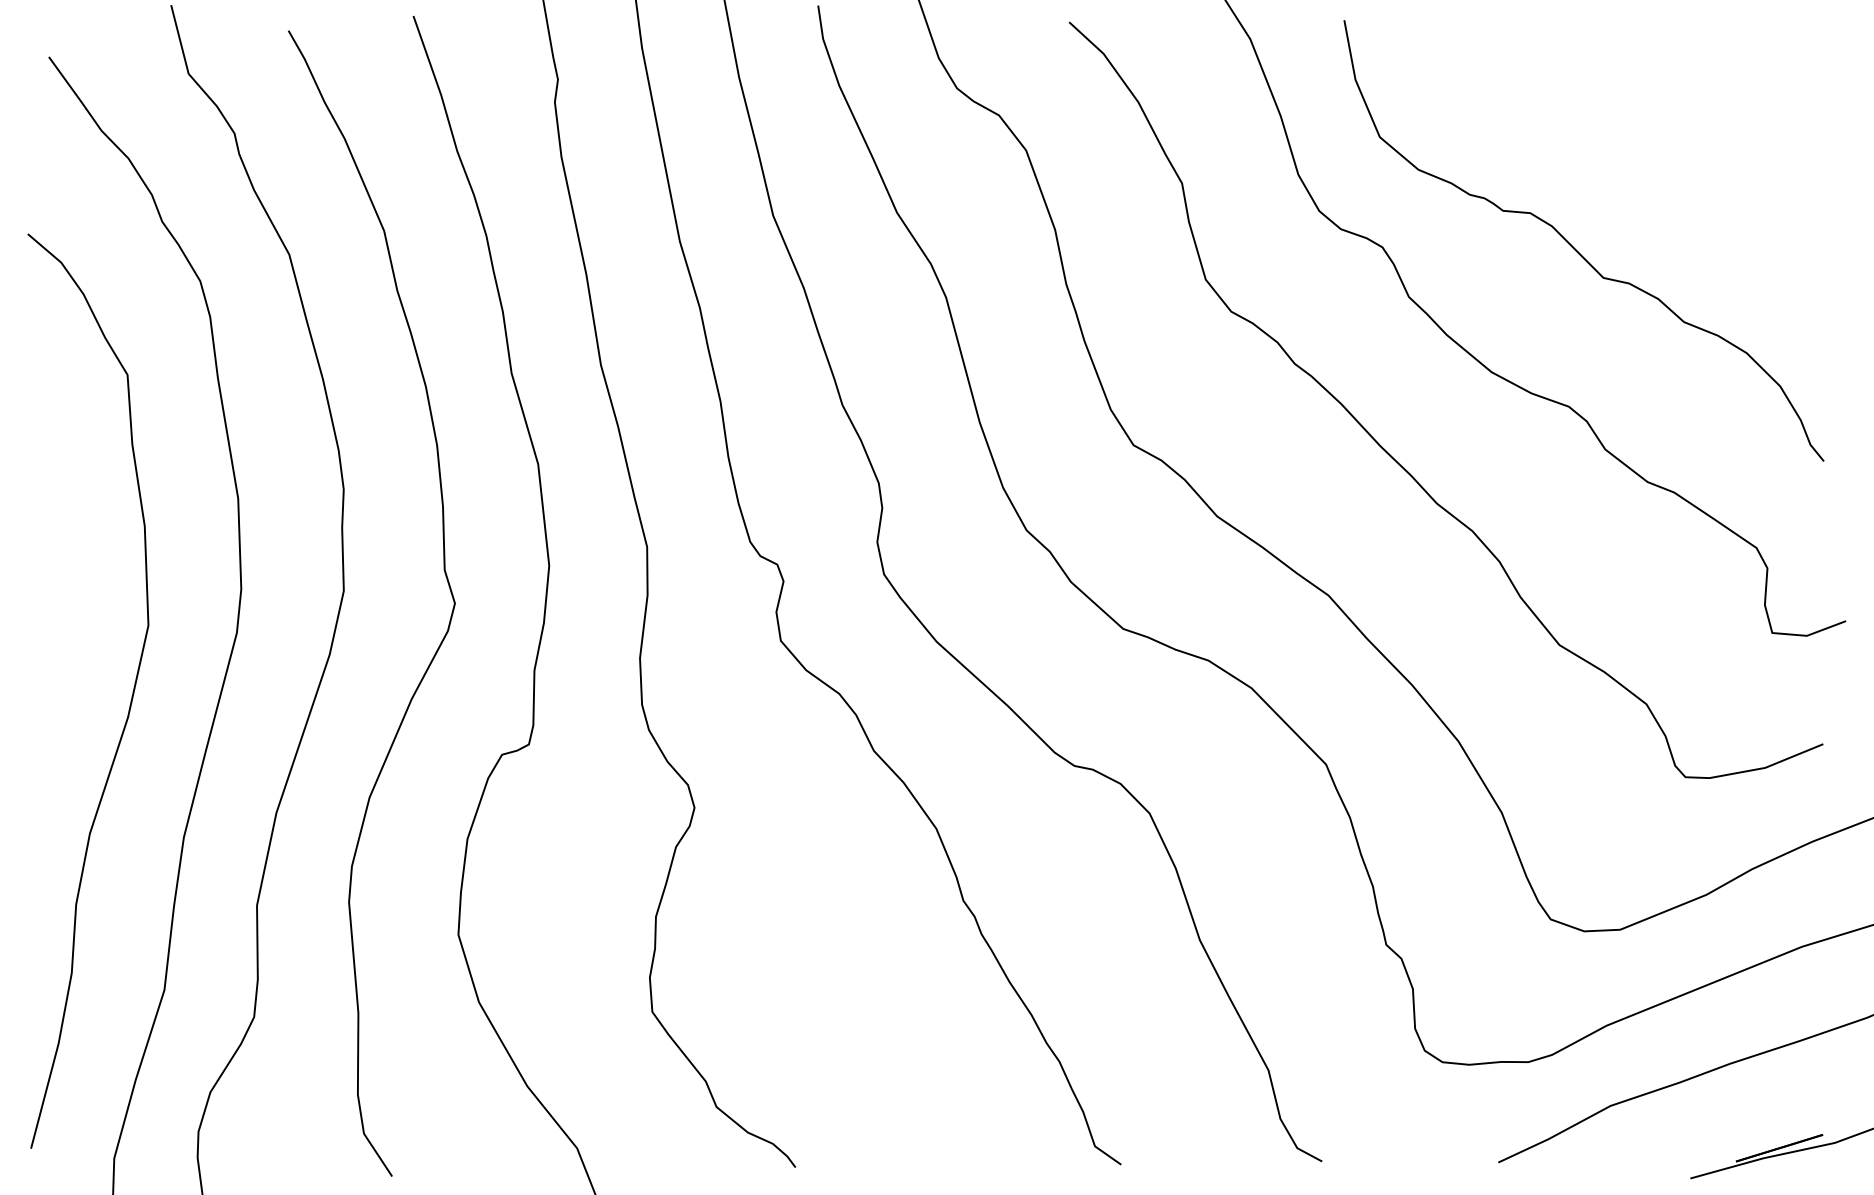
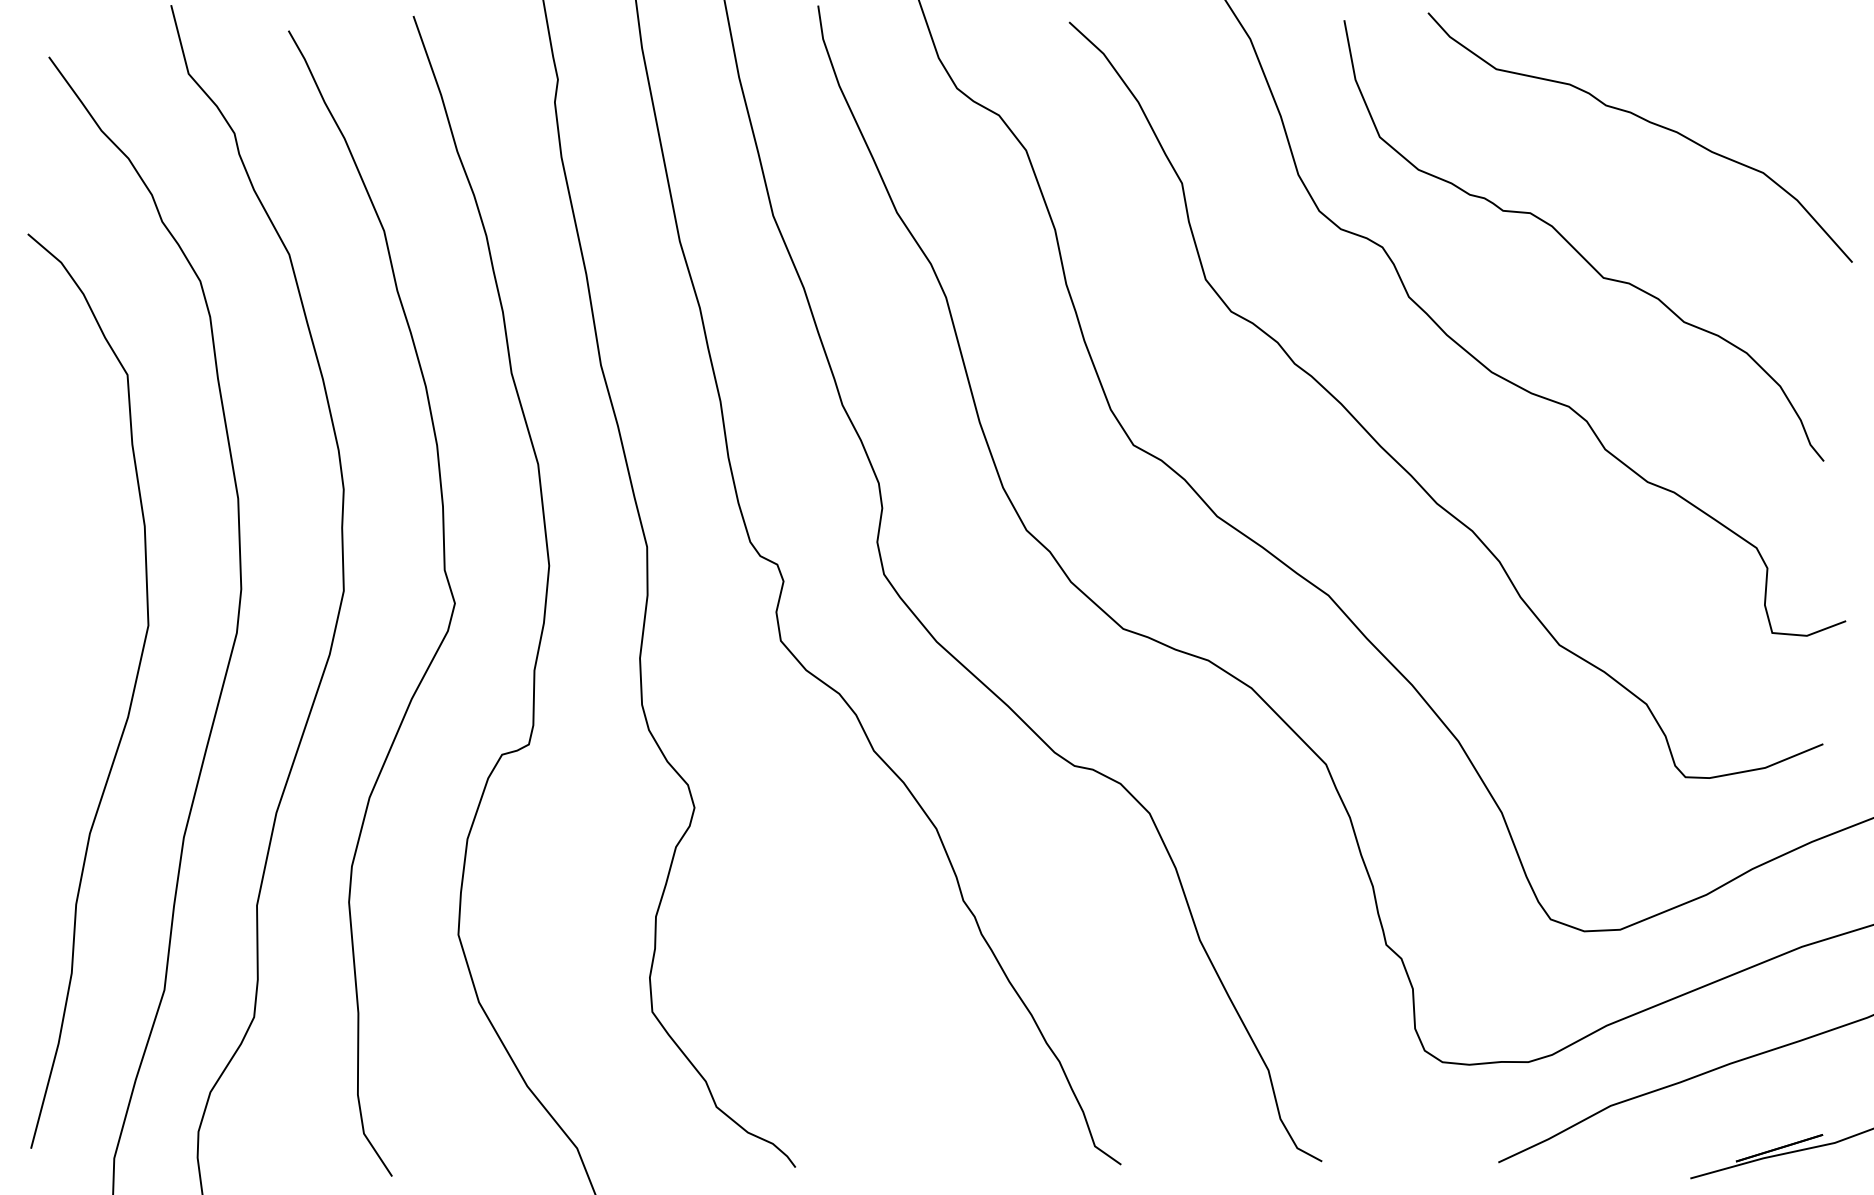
part at (1646, 121): none -> present
